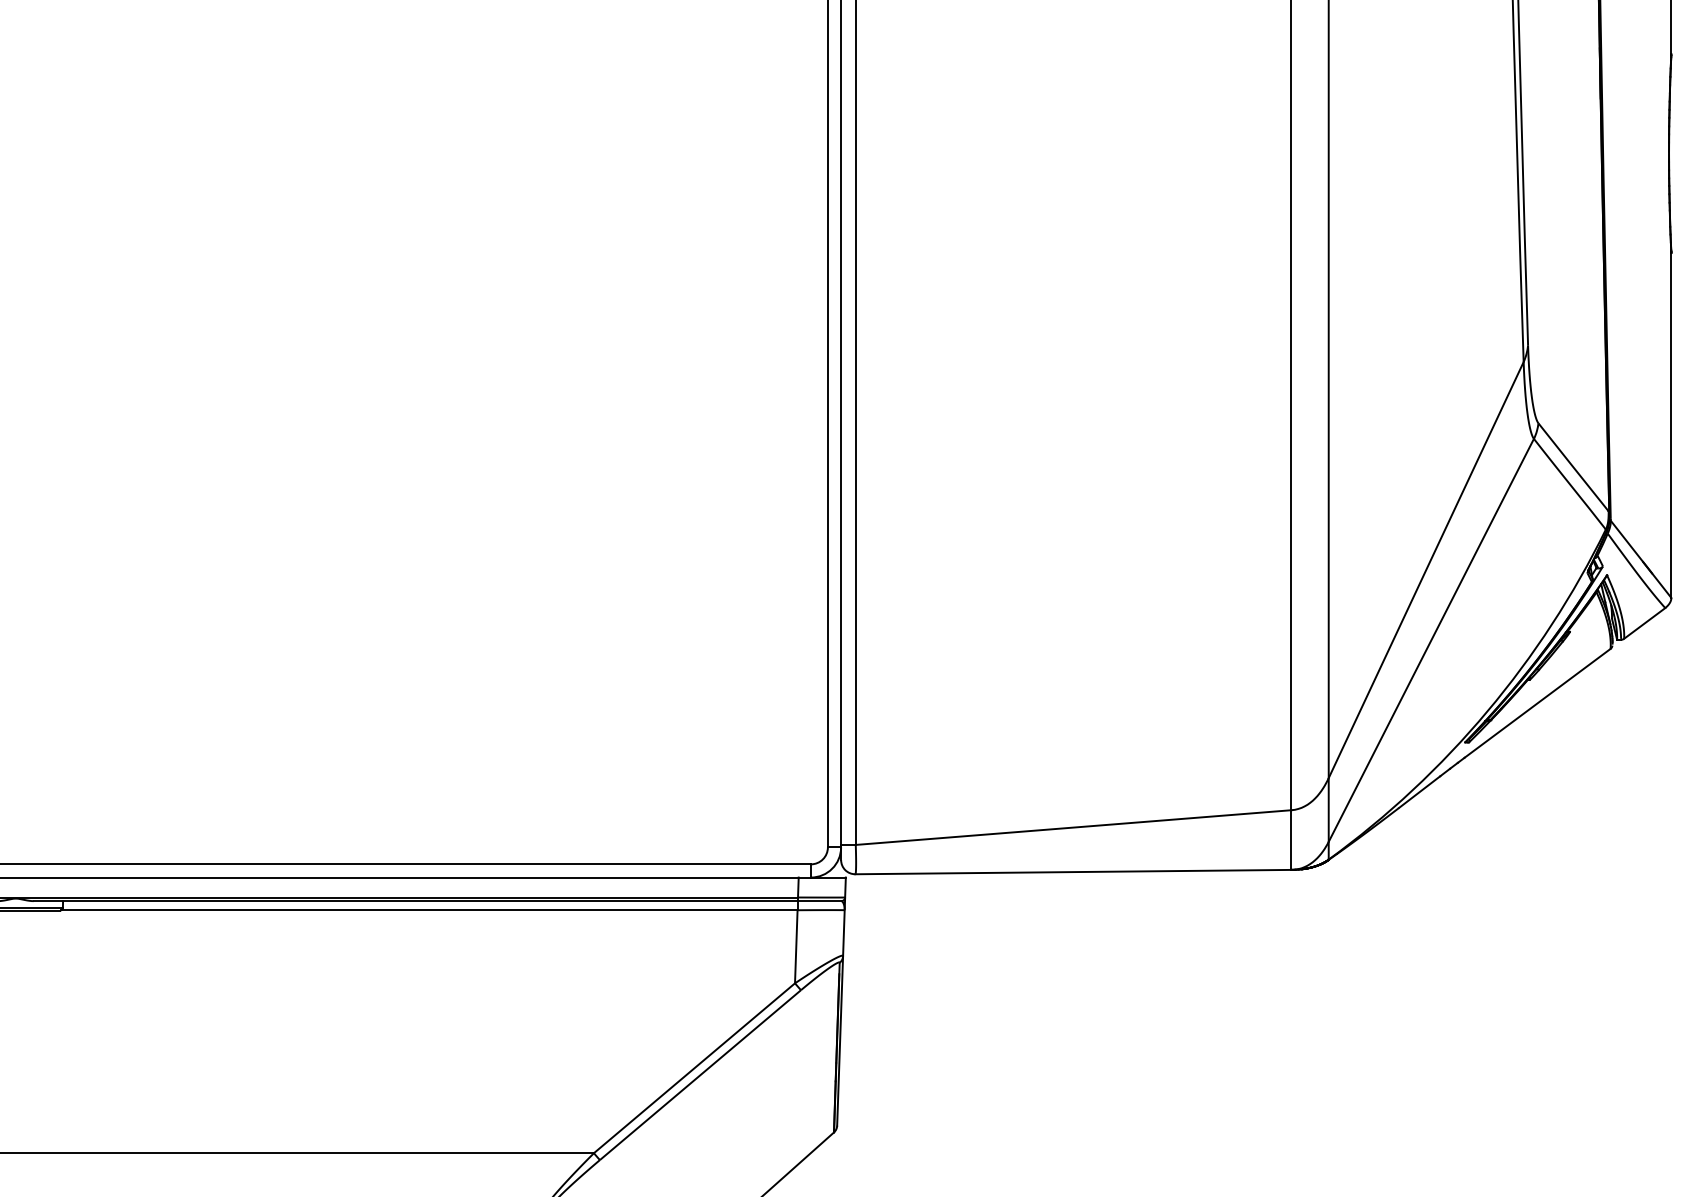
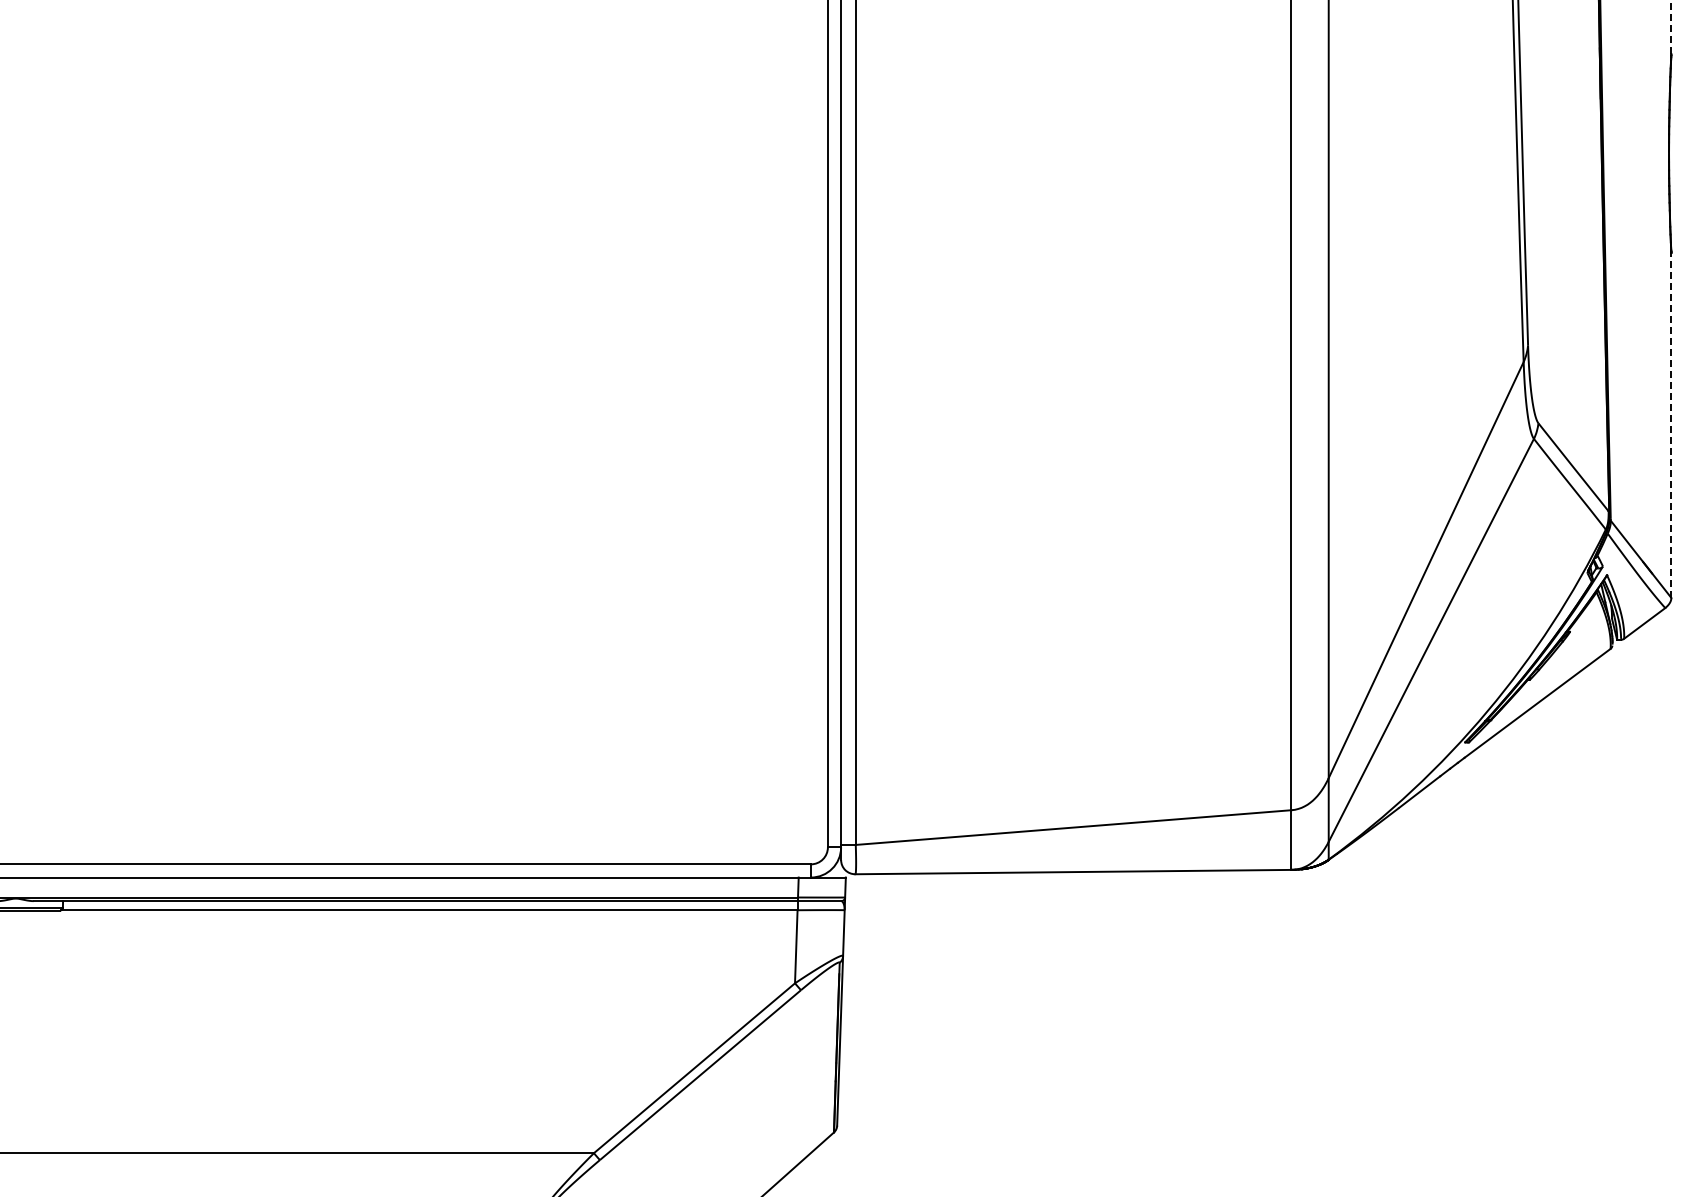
line at (1671, 27): solid -> dashed
line at (1671, 425): solid -> dashed
